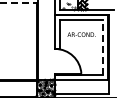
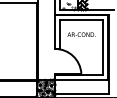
line at (18, 2): dashed -> solid
line at (103, 47): dashed -> solid
